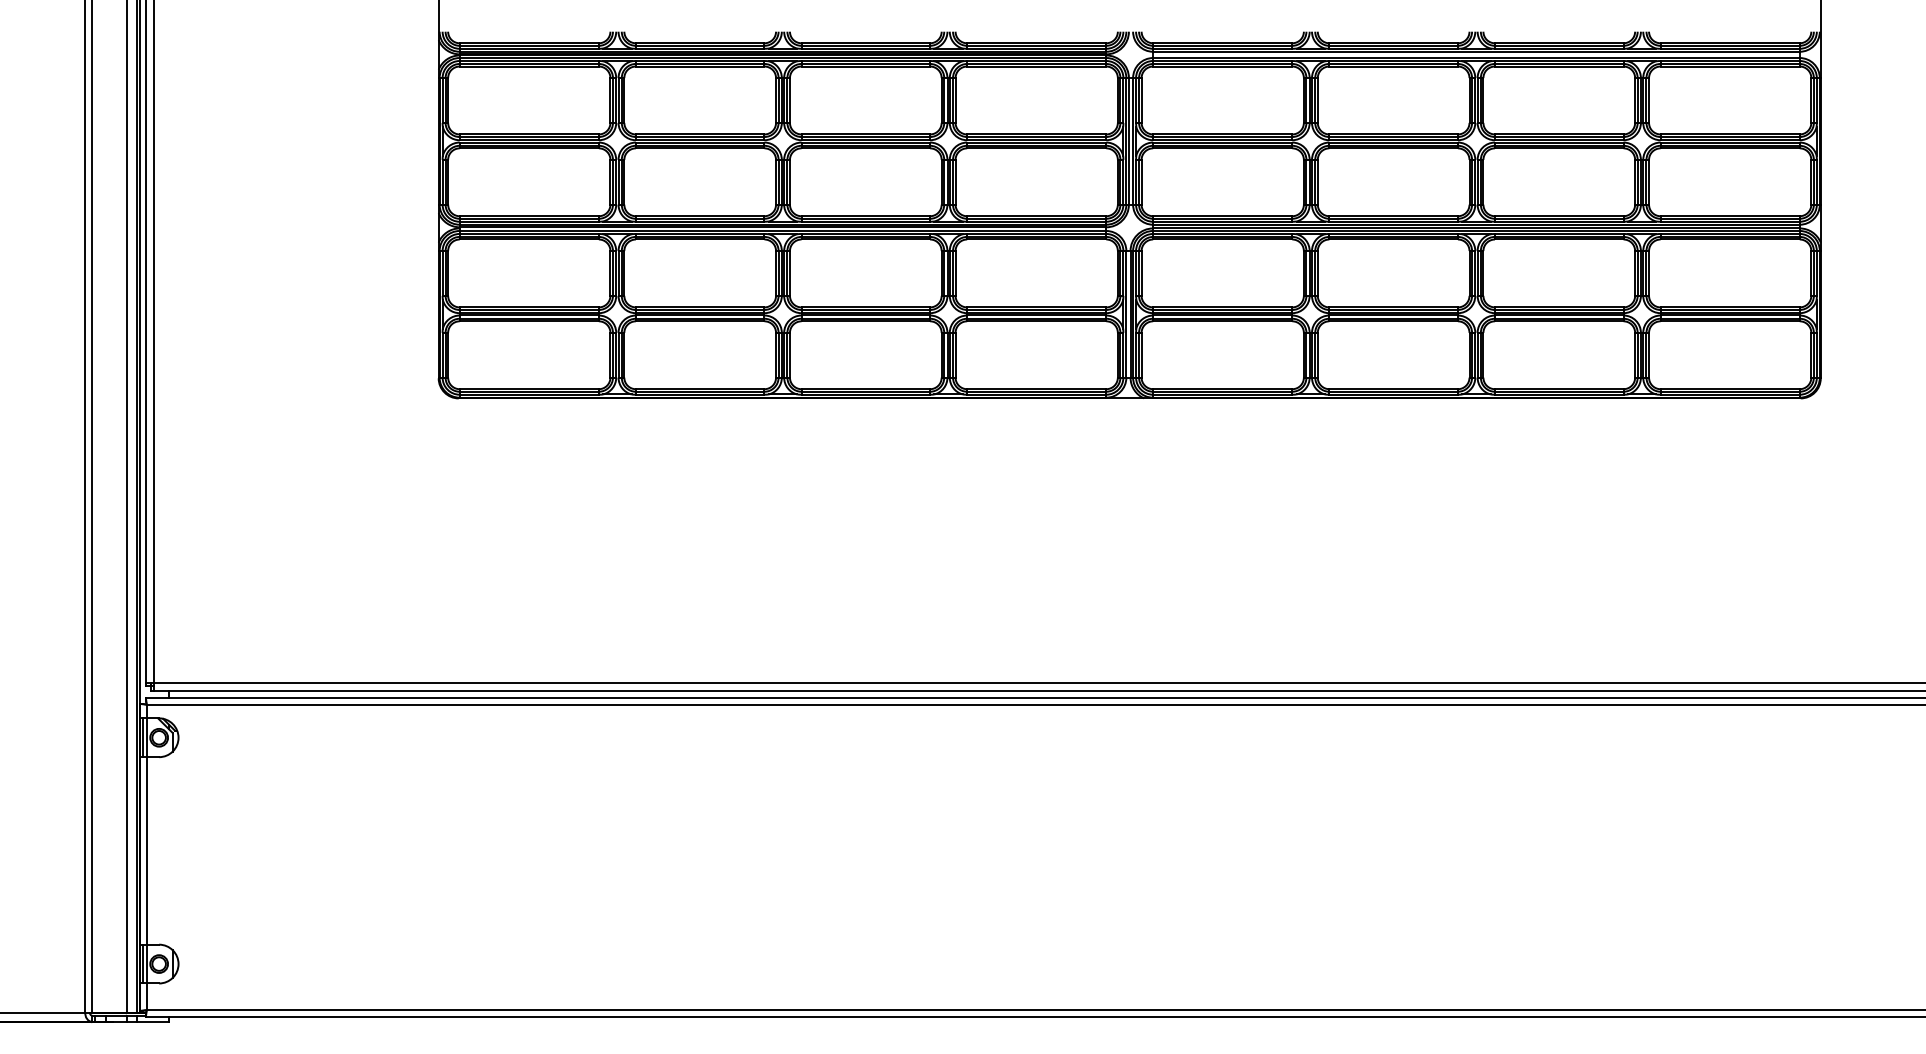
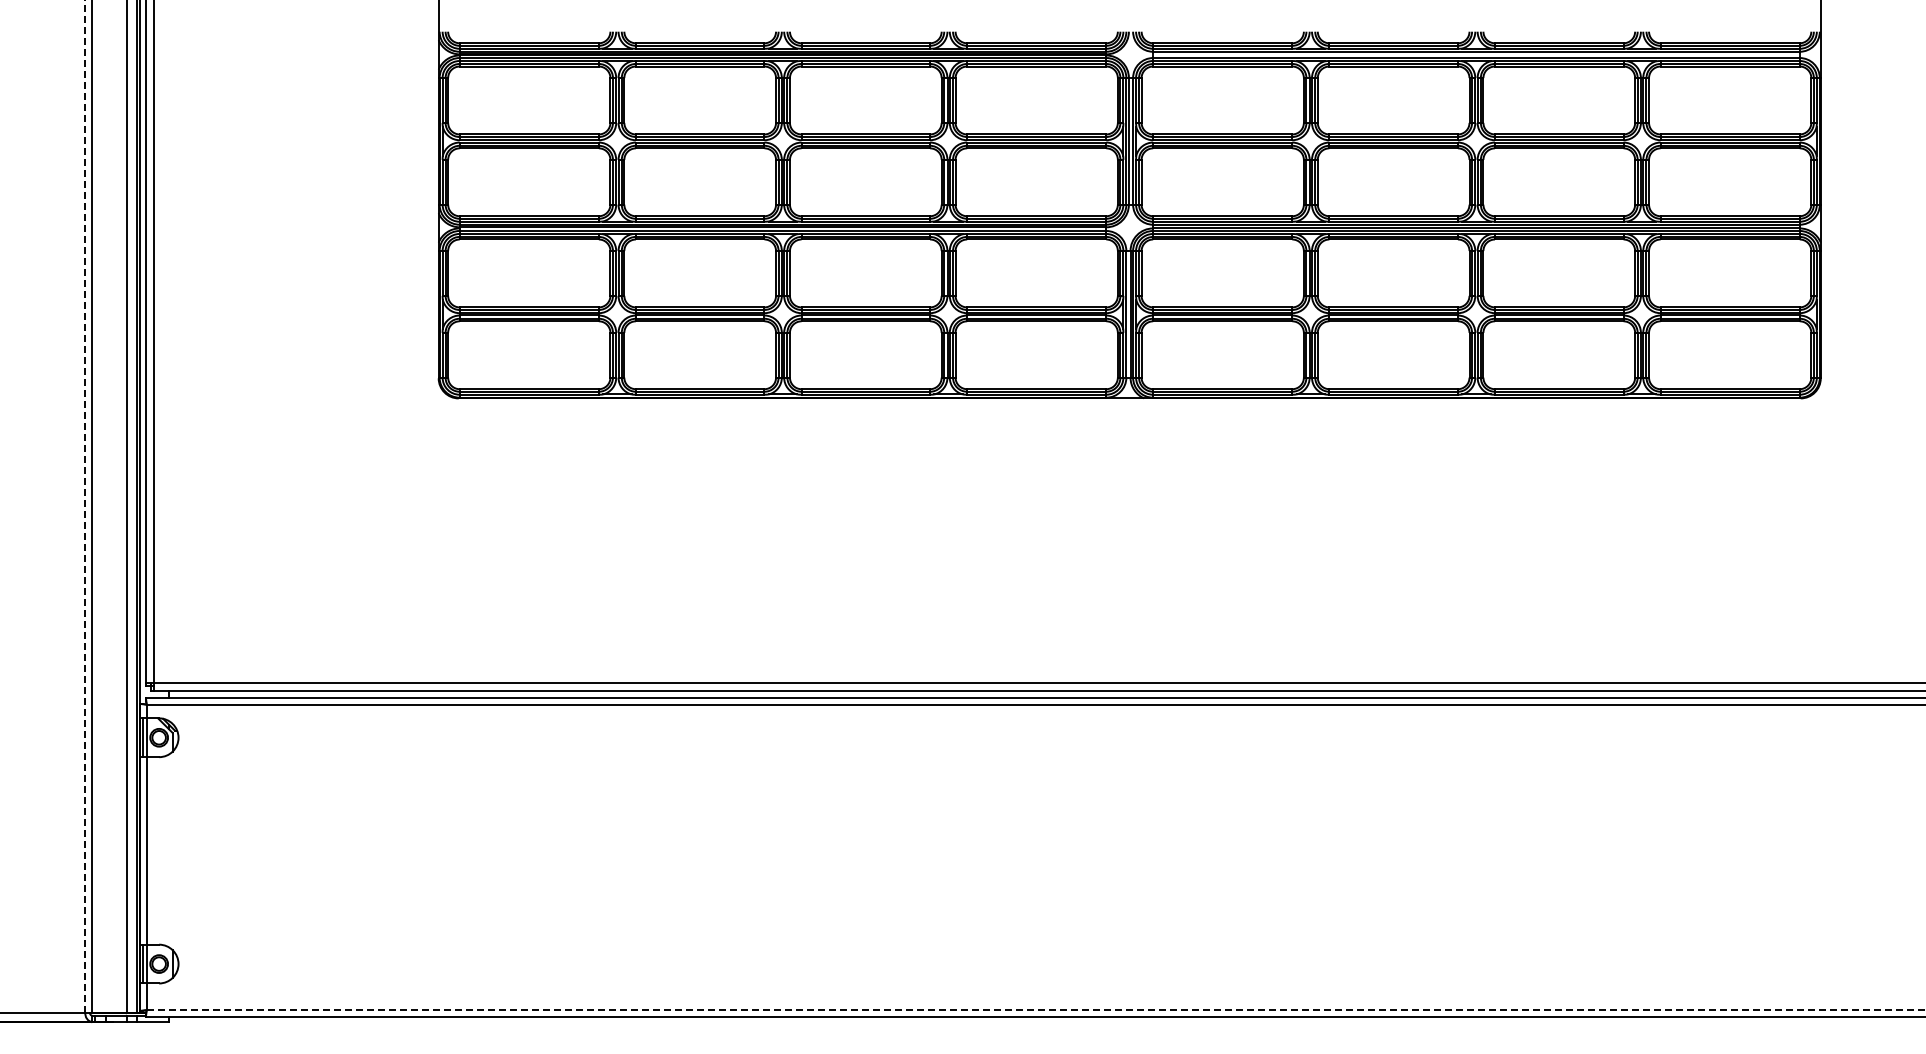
line at (85, 506): solid -> dashed
line at (1036, 1010): solid -> dashed
